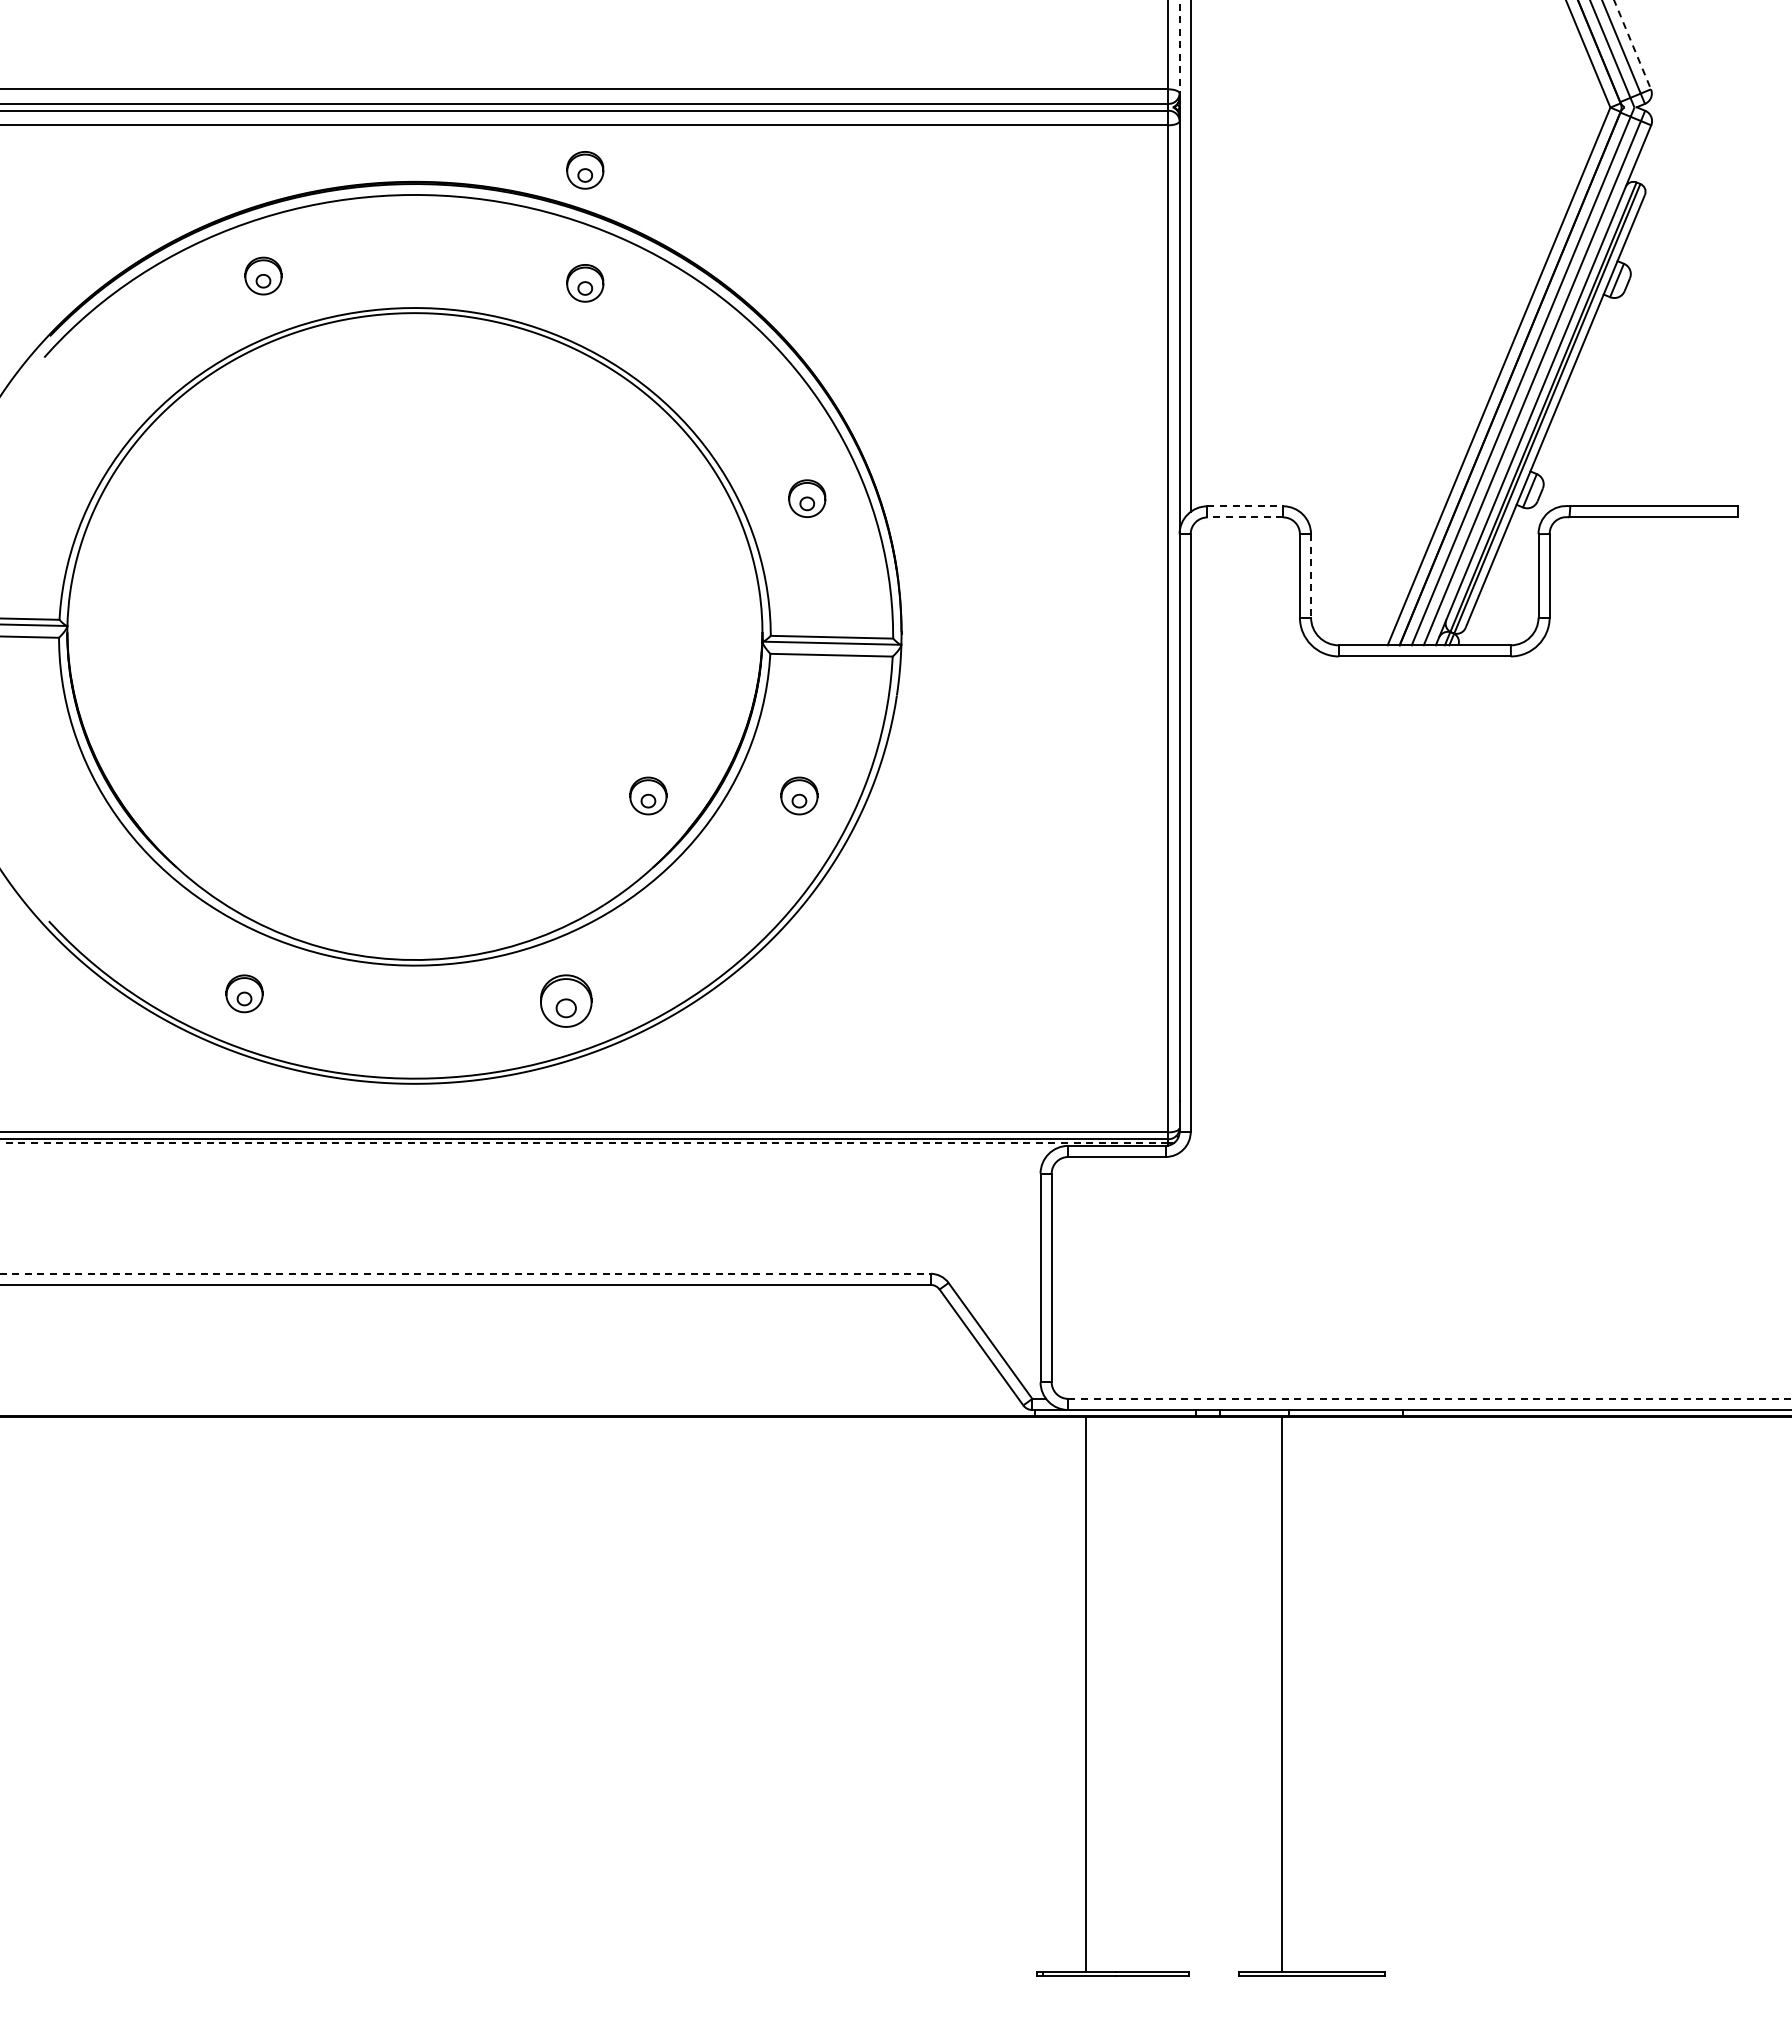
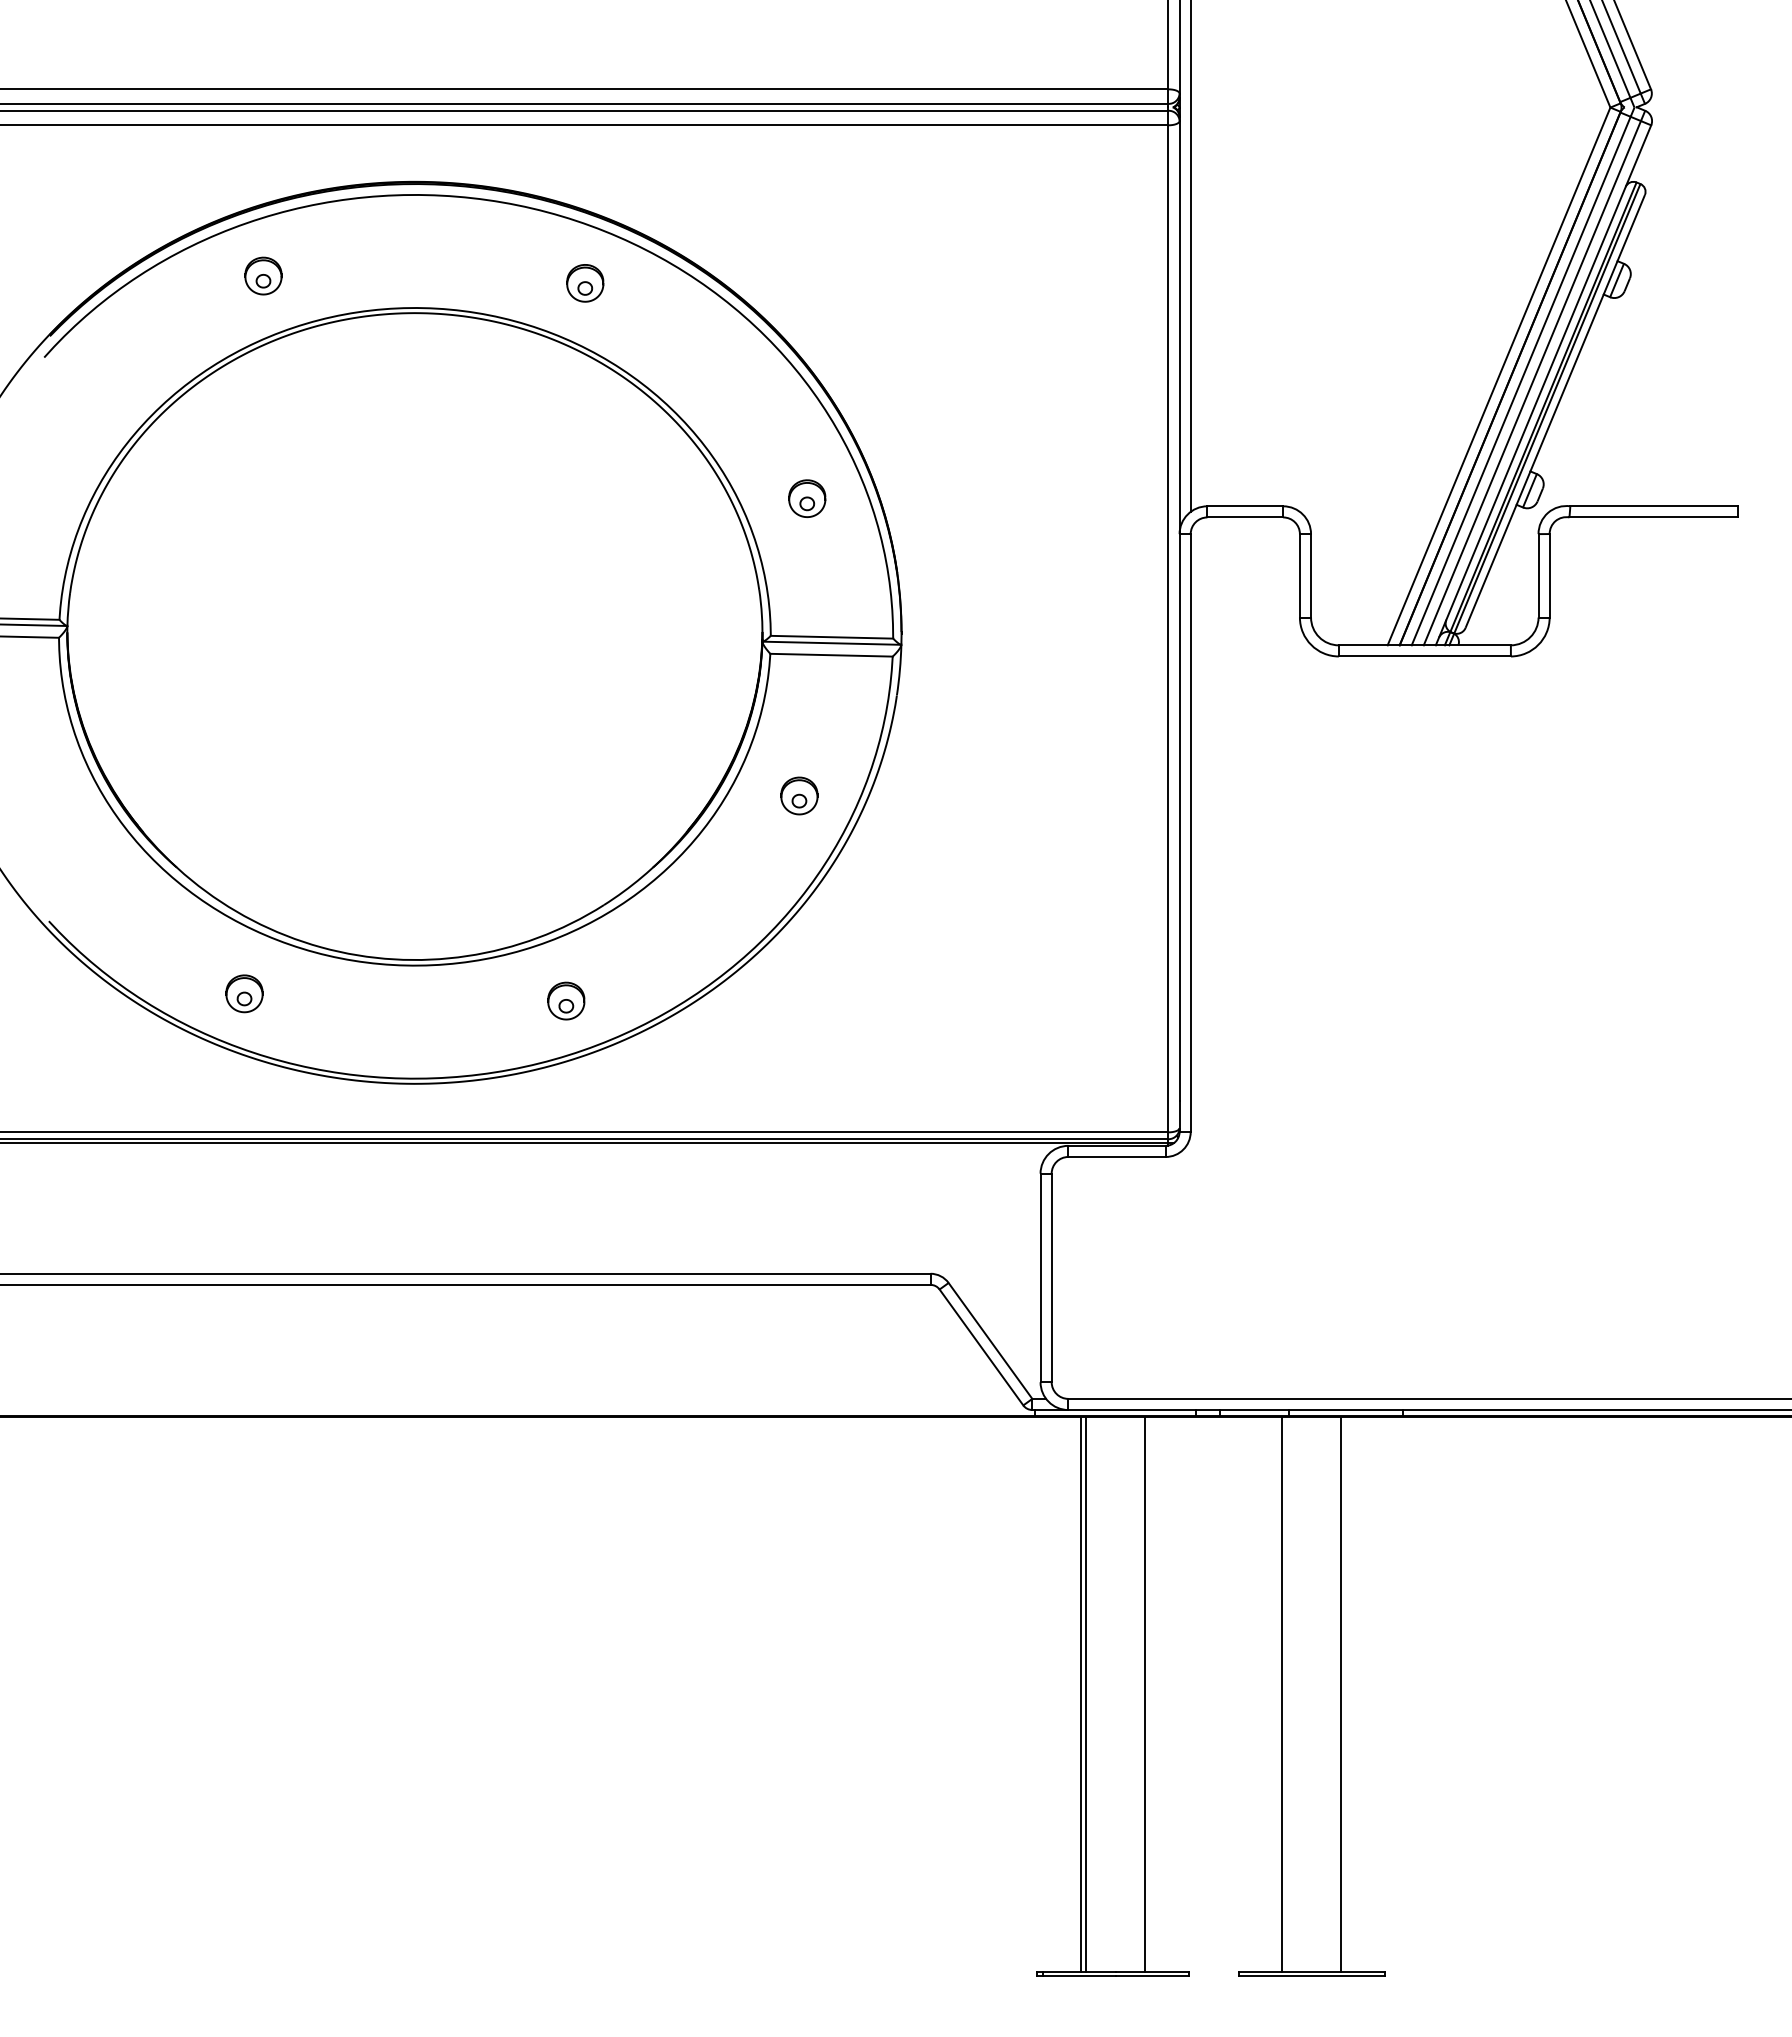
line at (1632, 45): dashed -> solid
line at (1179, 47): dashed -> solid
part at (585, 170): present -> none
line at (1245, 506): dashed -> solid
line at (1245, 517): dashed -> solid
line at (1311, 575): dashed -> solid
part at (648, 795): present -> none
part at (566, 1000) size: 53x54 px -> 39x40 px
line at (583, 1143): dashed -> solid
line at (465, 1273): dashed -> solid
line at (1430, 1398): dashed -> solid
line at (1080, 1693): none -> present
line at (1144, 1693): none -> present
line at (1340, 1693): none -> present
